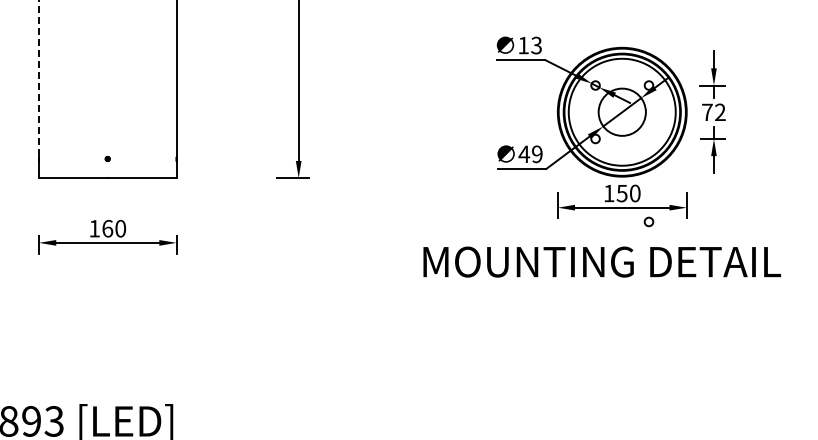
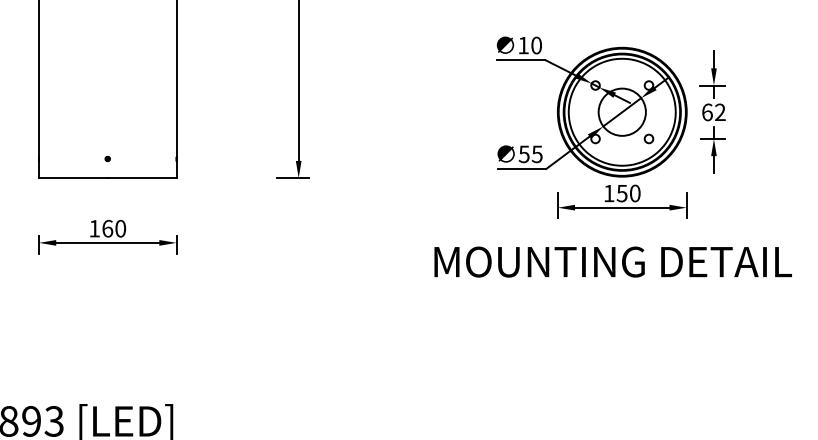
text at (536, 45): 13 -> 10
line at (39, 78): dashed -> solid
text at (707, 112): 72 -> 62
text at (530, 154): 49 -> 55
circle at (648, 221) position: (648, 221) -> (648, 138)
text at (601, 261) position: (601, 261) -> (612, 261)
